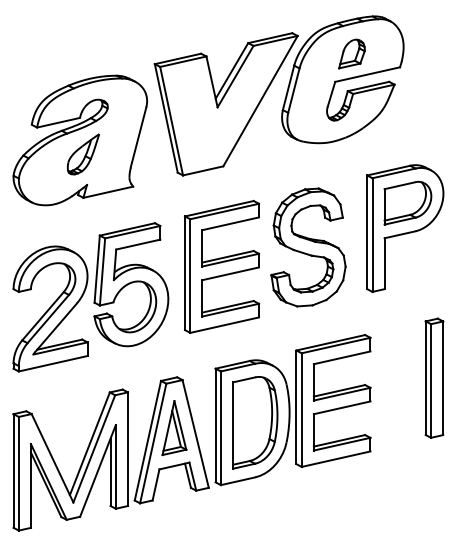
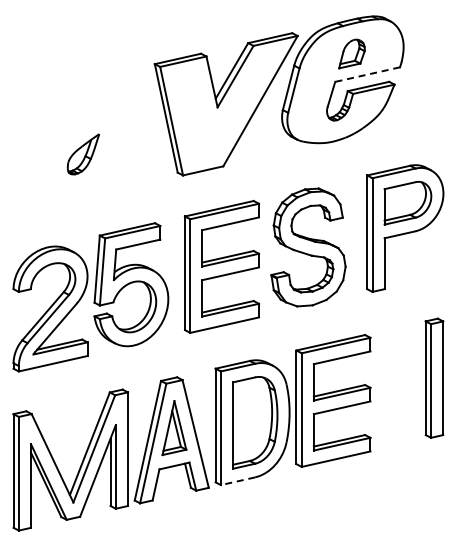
line at (367, 74): solid -> dashed
part at (79, 140): present -> none
line at (238, 481): solid -> dashed
